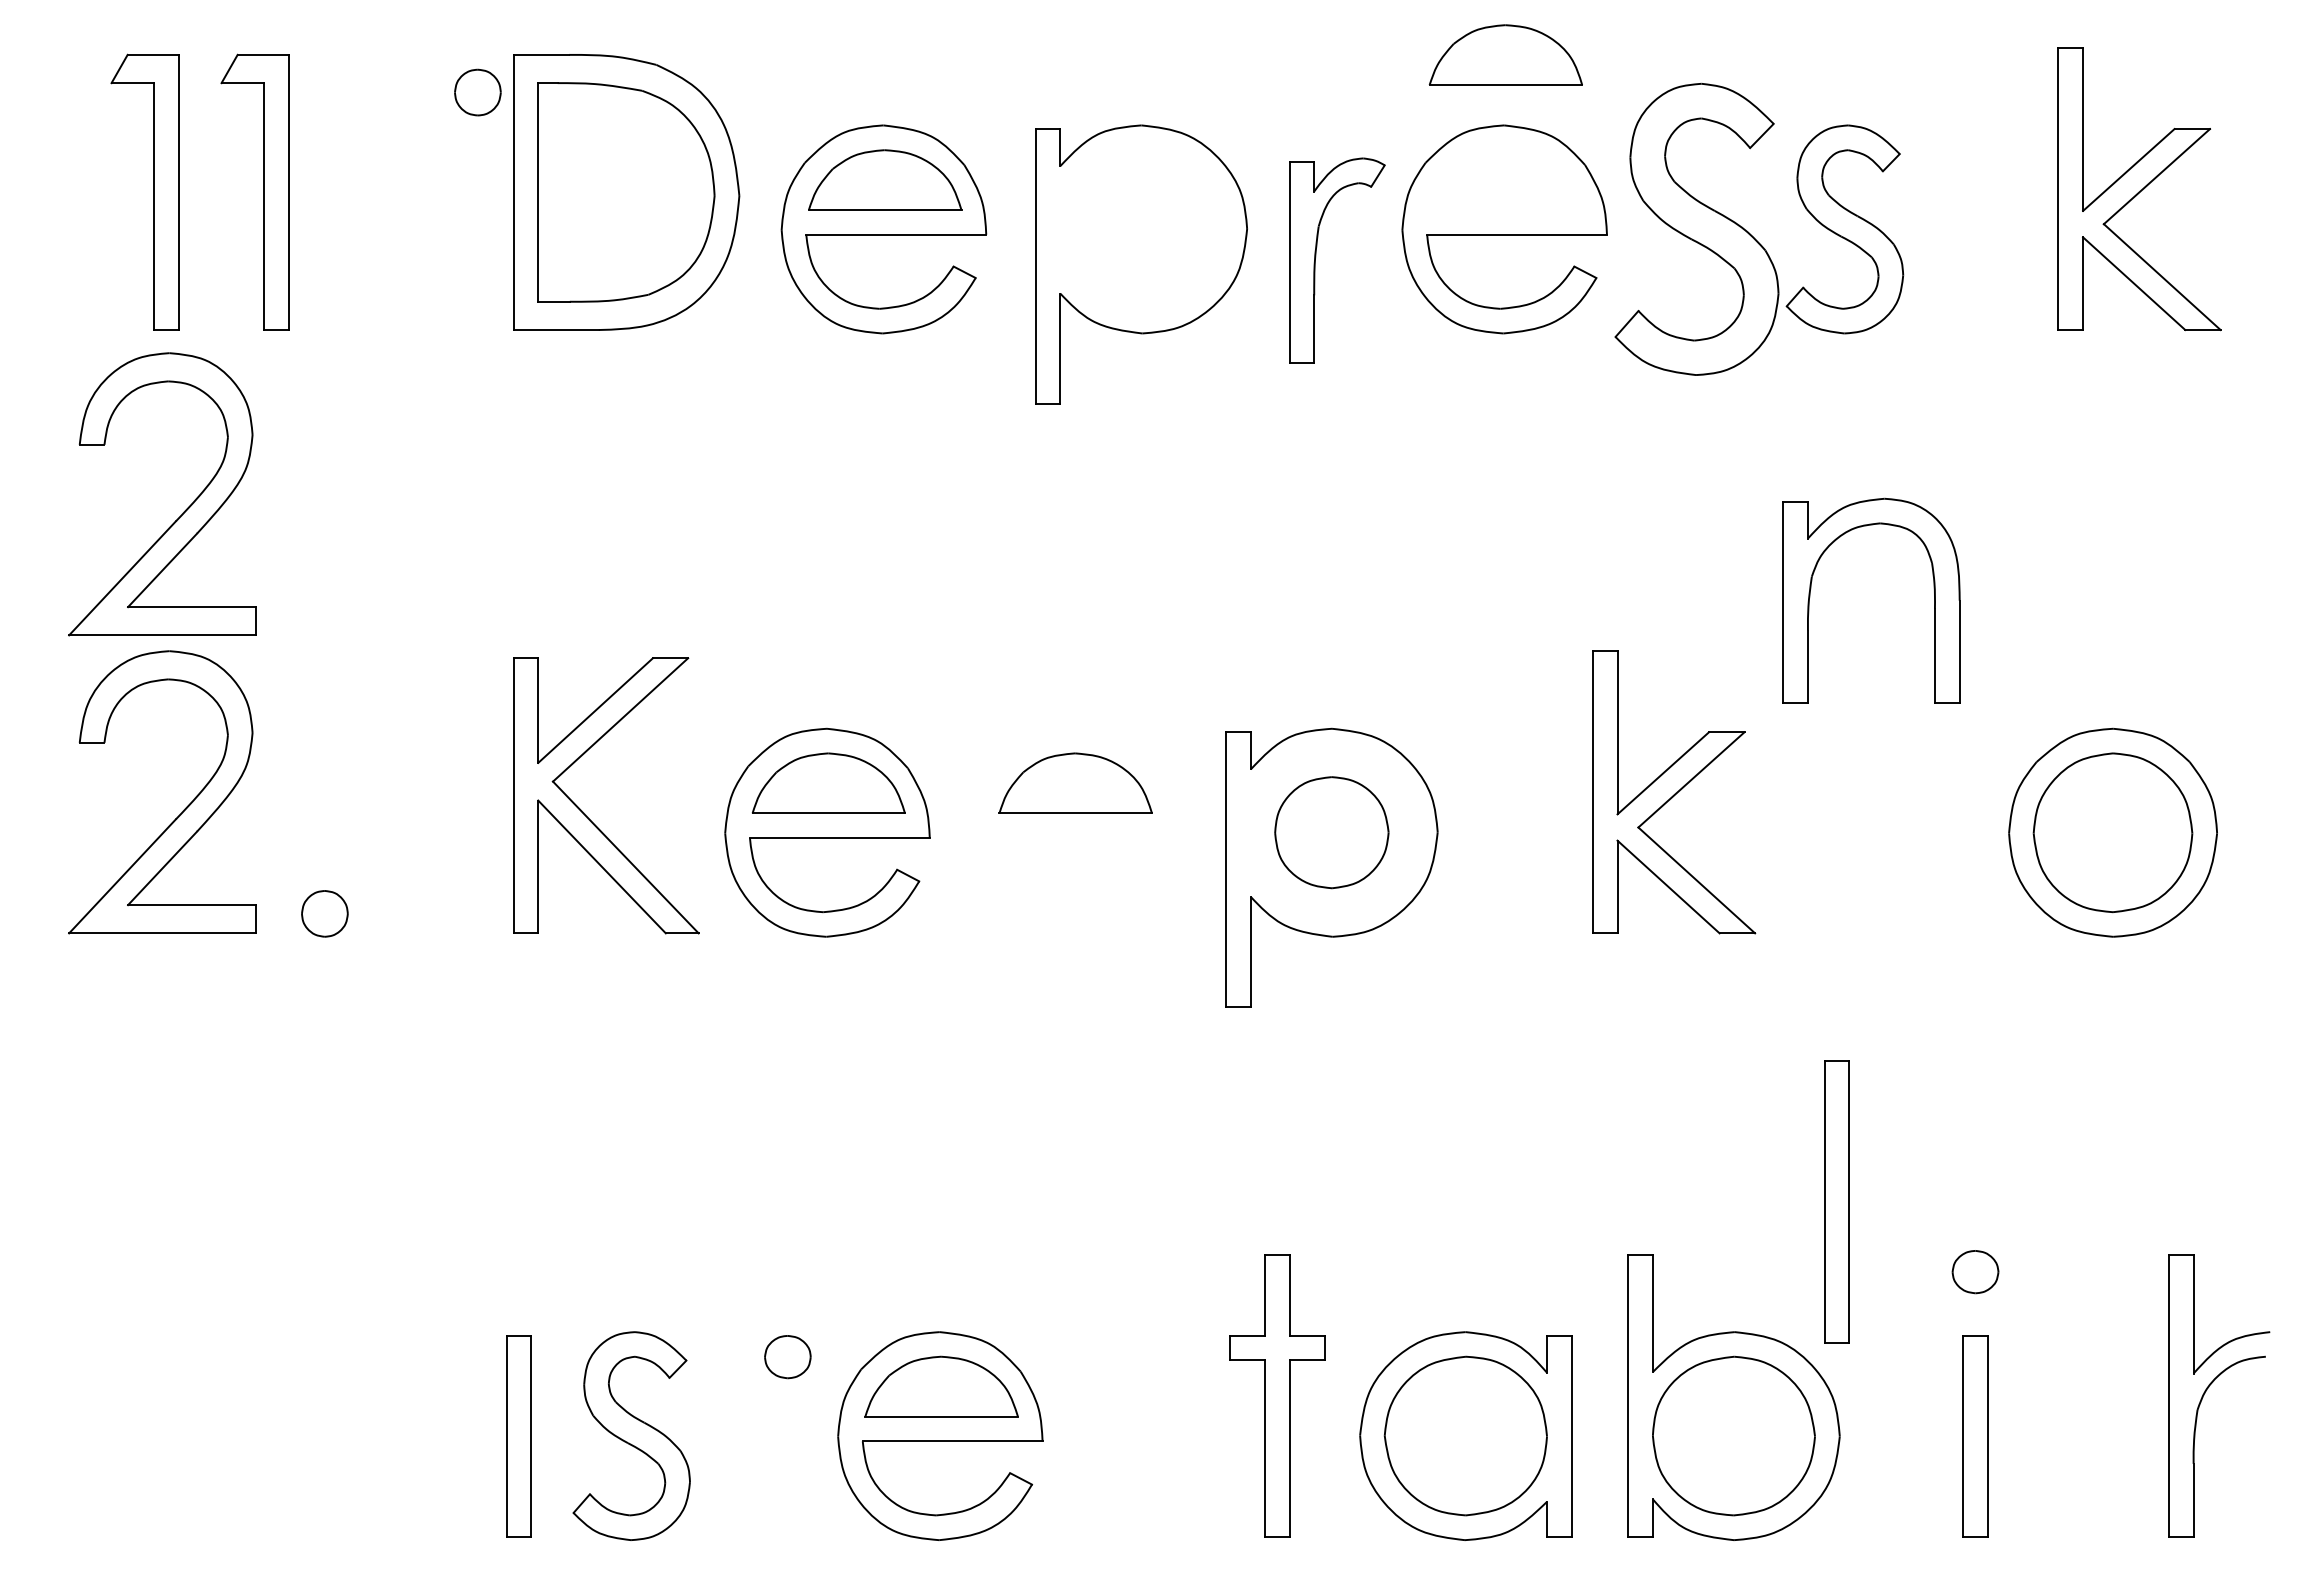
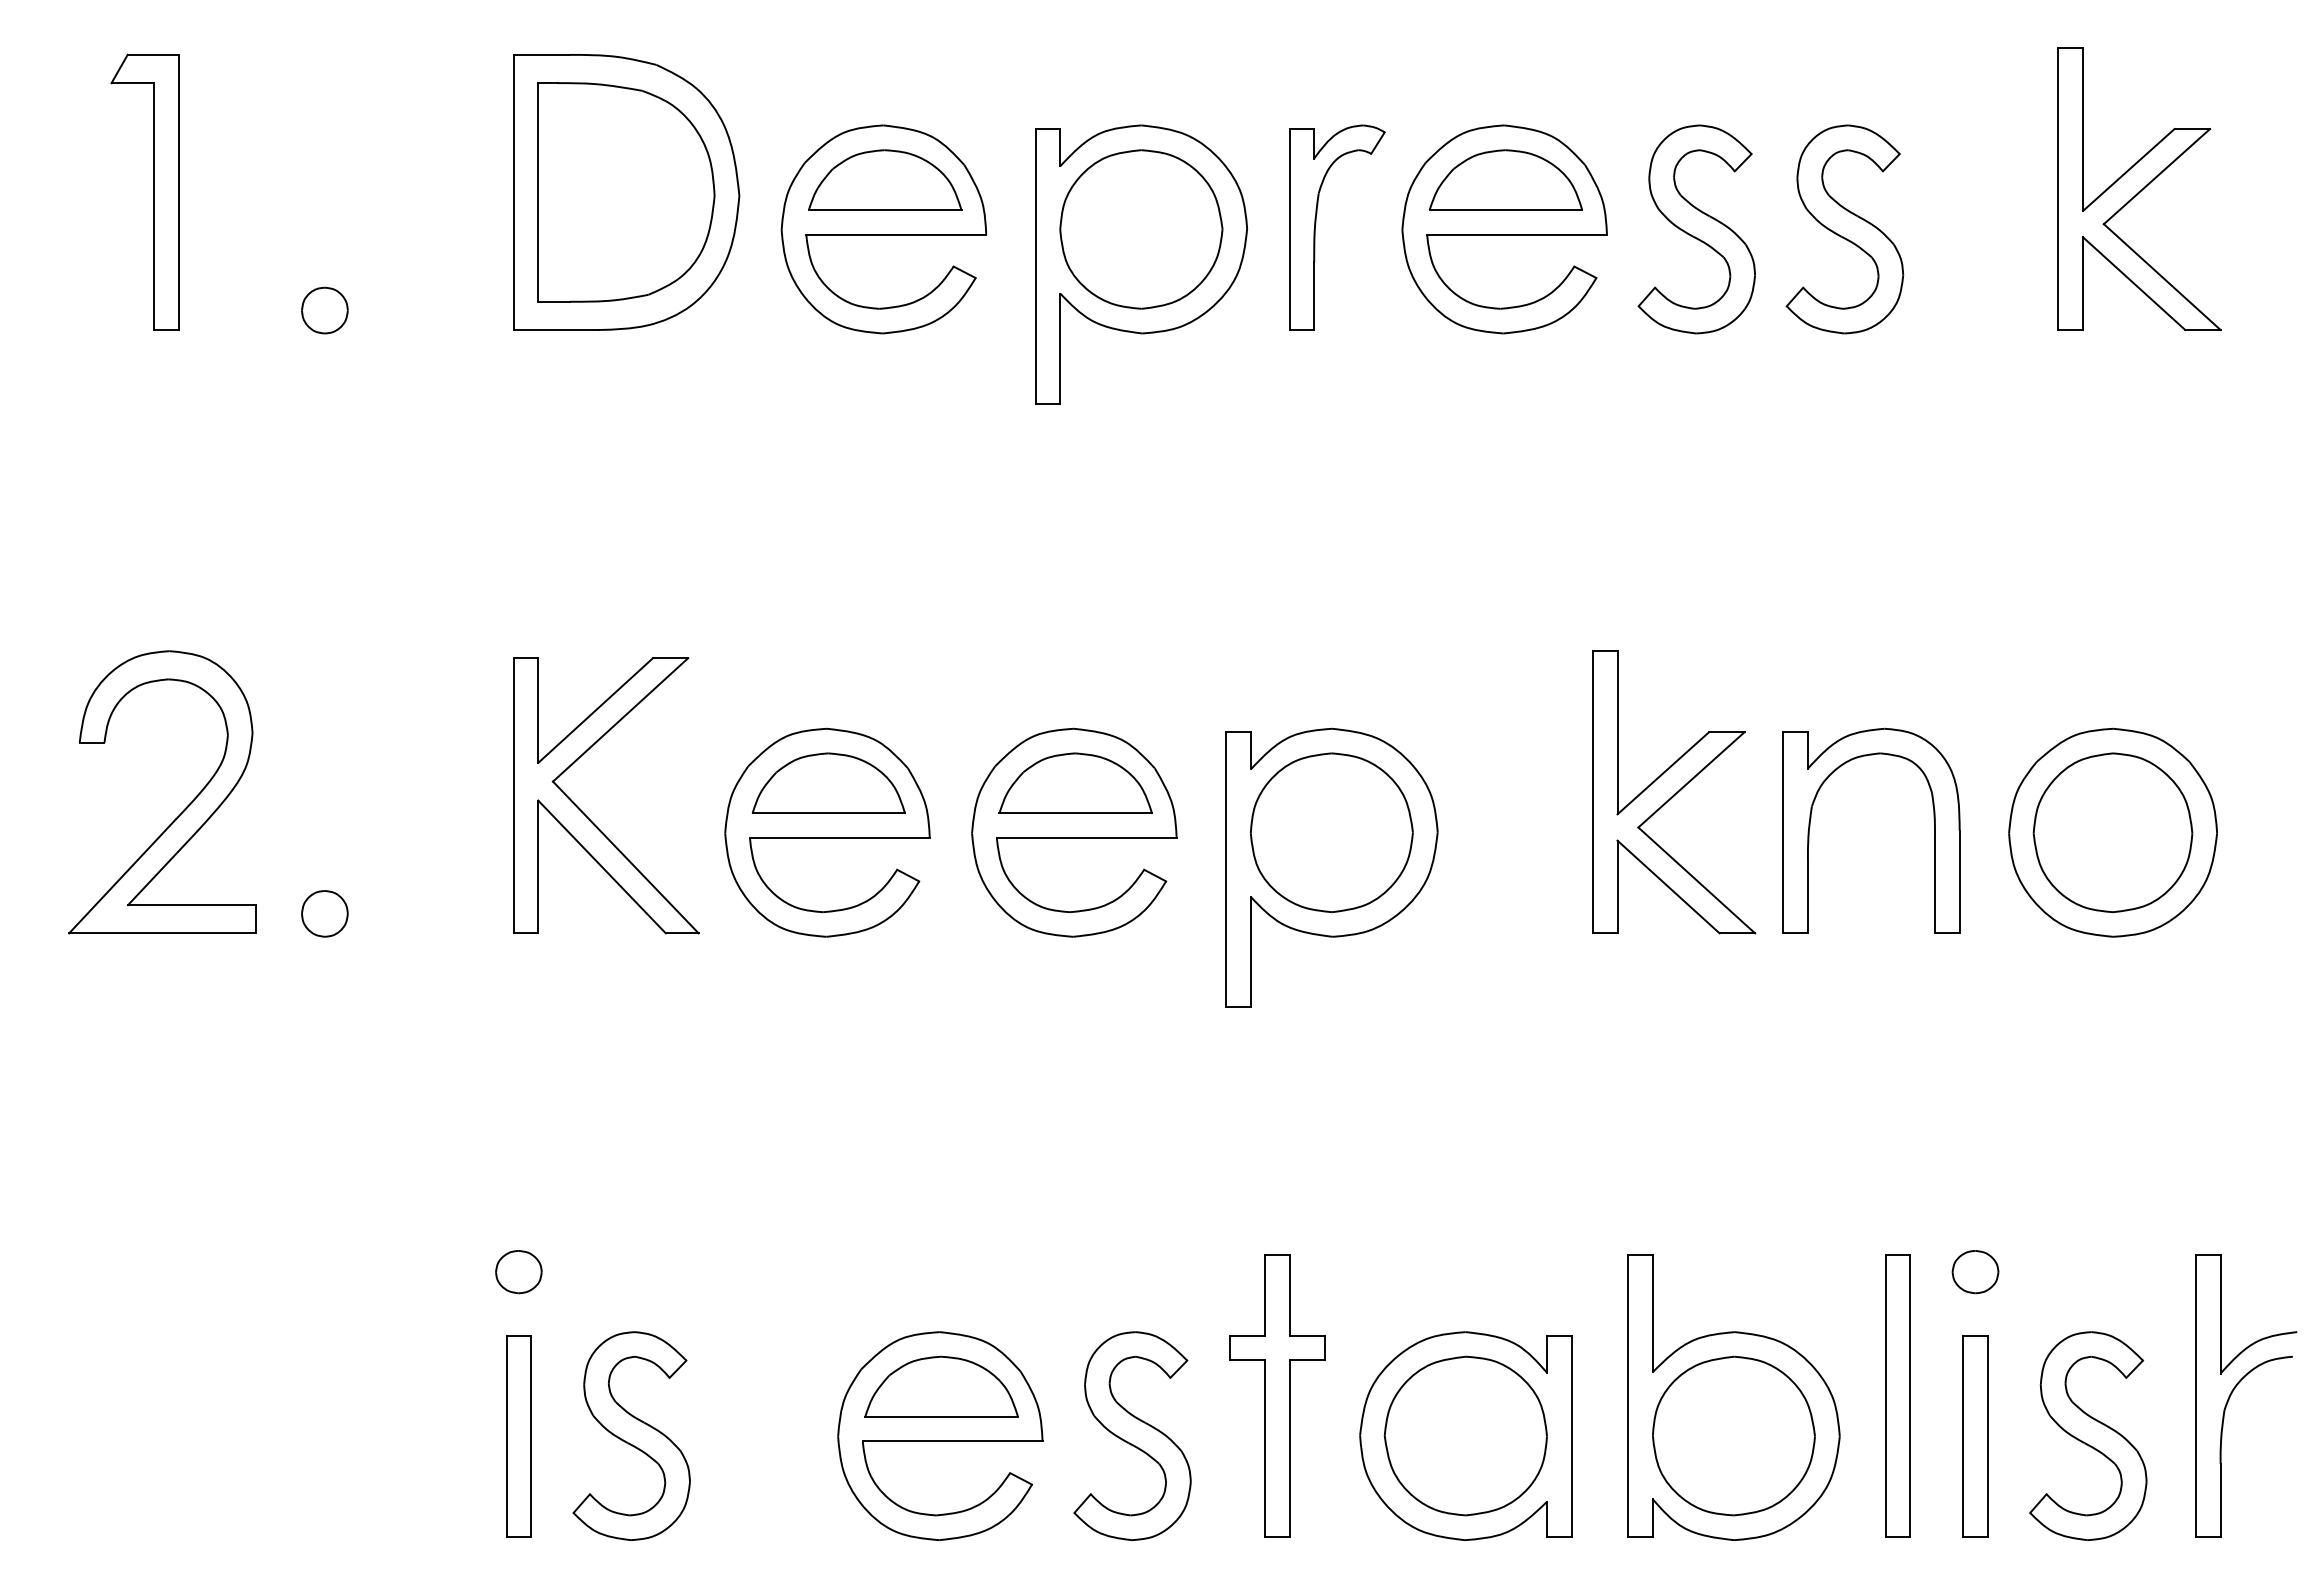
part at (1505, 54) position: (1505, 54) -> (1505, 179)
part at (477, 92) position: (477, 92) -> (324, 310)
part at (263, 191): present -> none
part at (1696, 228) size: 166x294 px -> 119x211 px
part at (1141, 229): none -> present
part at (1316, 257) position: (1316, 257) -> (1316, 224)
part at (183, 511): present -> none
part at (1811, 589) position: (1811, 589) -> (1811, 819)
part at (1074, 832): none -> present
part at (1331, 832) size: 116x114 px -> 164x161 px
part at (1836, 1201) position: (1836, 1201) -> (1897, 1395)
part at (787, 1357) position: (787, 1357) -> (518, 1272)
part at (2209, 1387) position: (2209, 1387) -> (2236, 1387)
part at (1132, 1435): none -> present
part at (2088, 1435): none -> present
